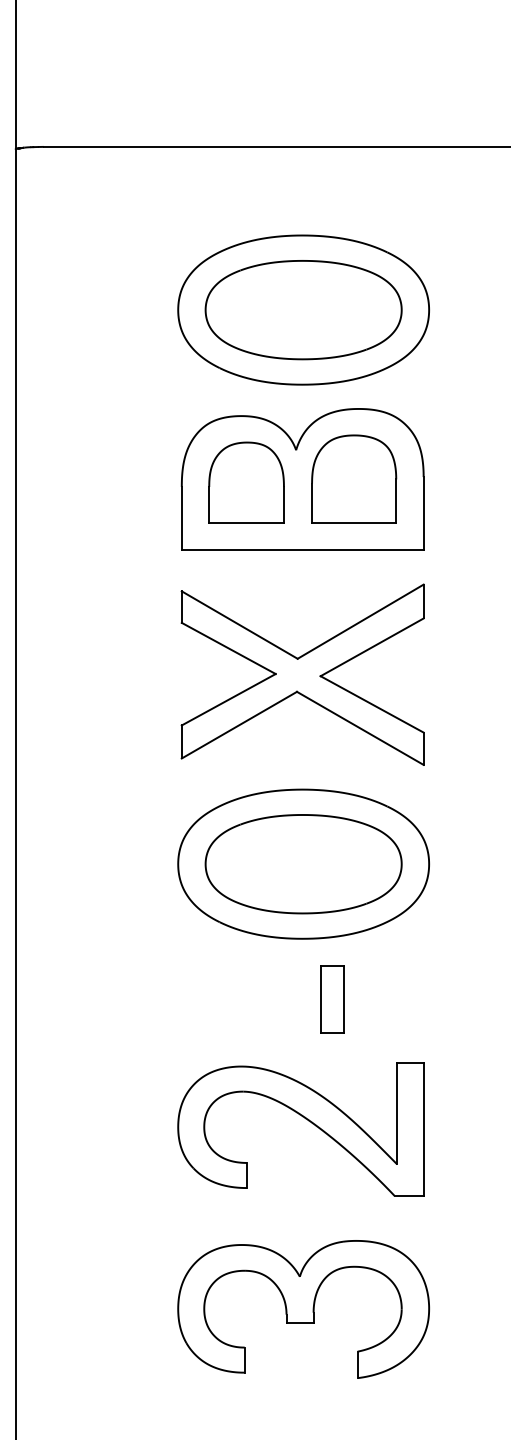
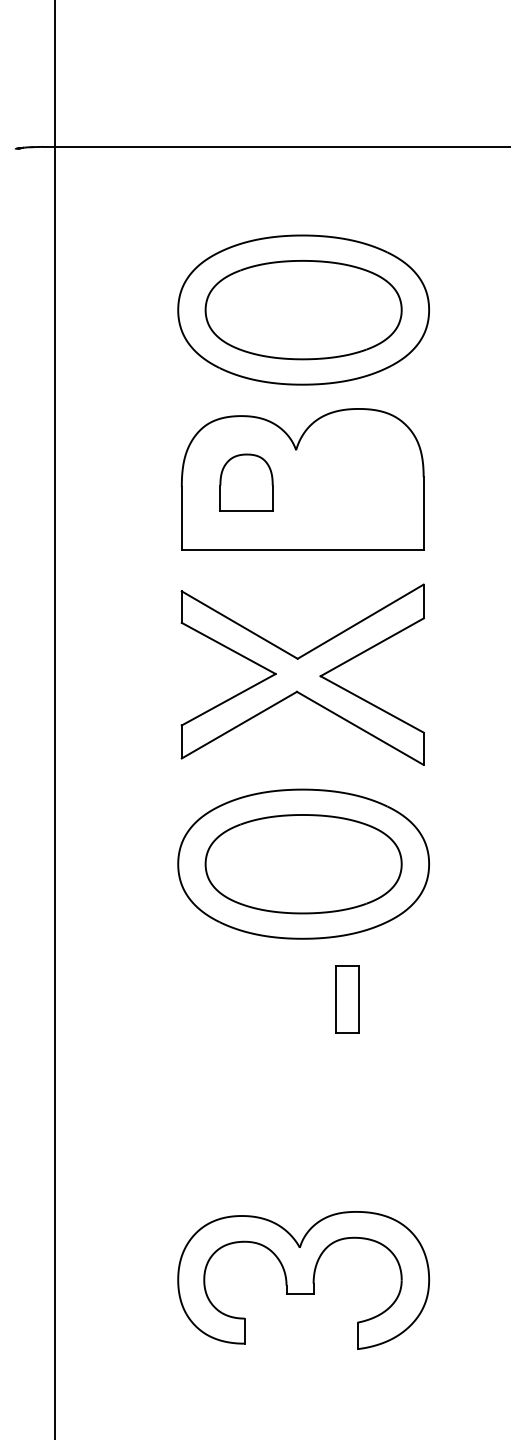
part at (354, 478): present -> none
part at (246, 482) size: 77x83 px -> 55x59 px
line at (15, 719) position: (15, 719) -> (54, 719)
part at (332, 999) position: (332, 999) -> (347, 999)
part at (305, 1119): present -> none
part at (303, 1309) position: (303, 1309) -> (303, 1280)
